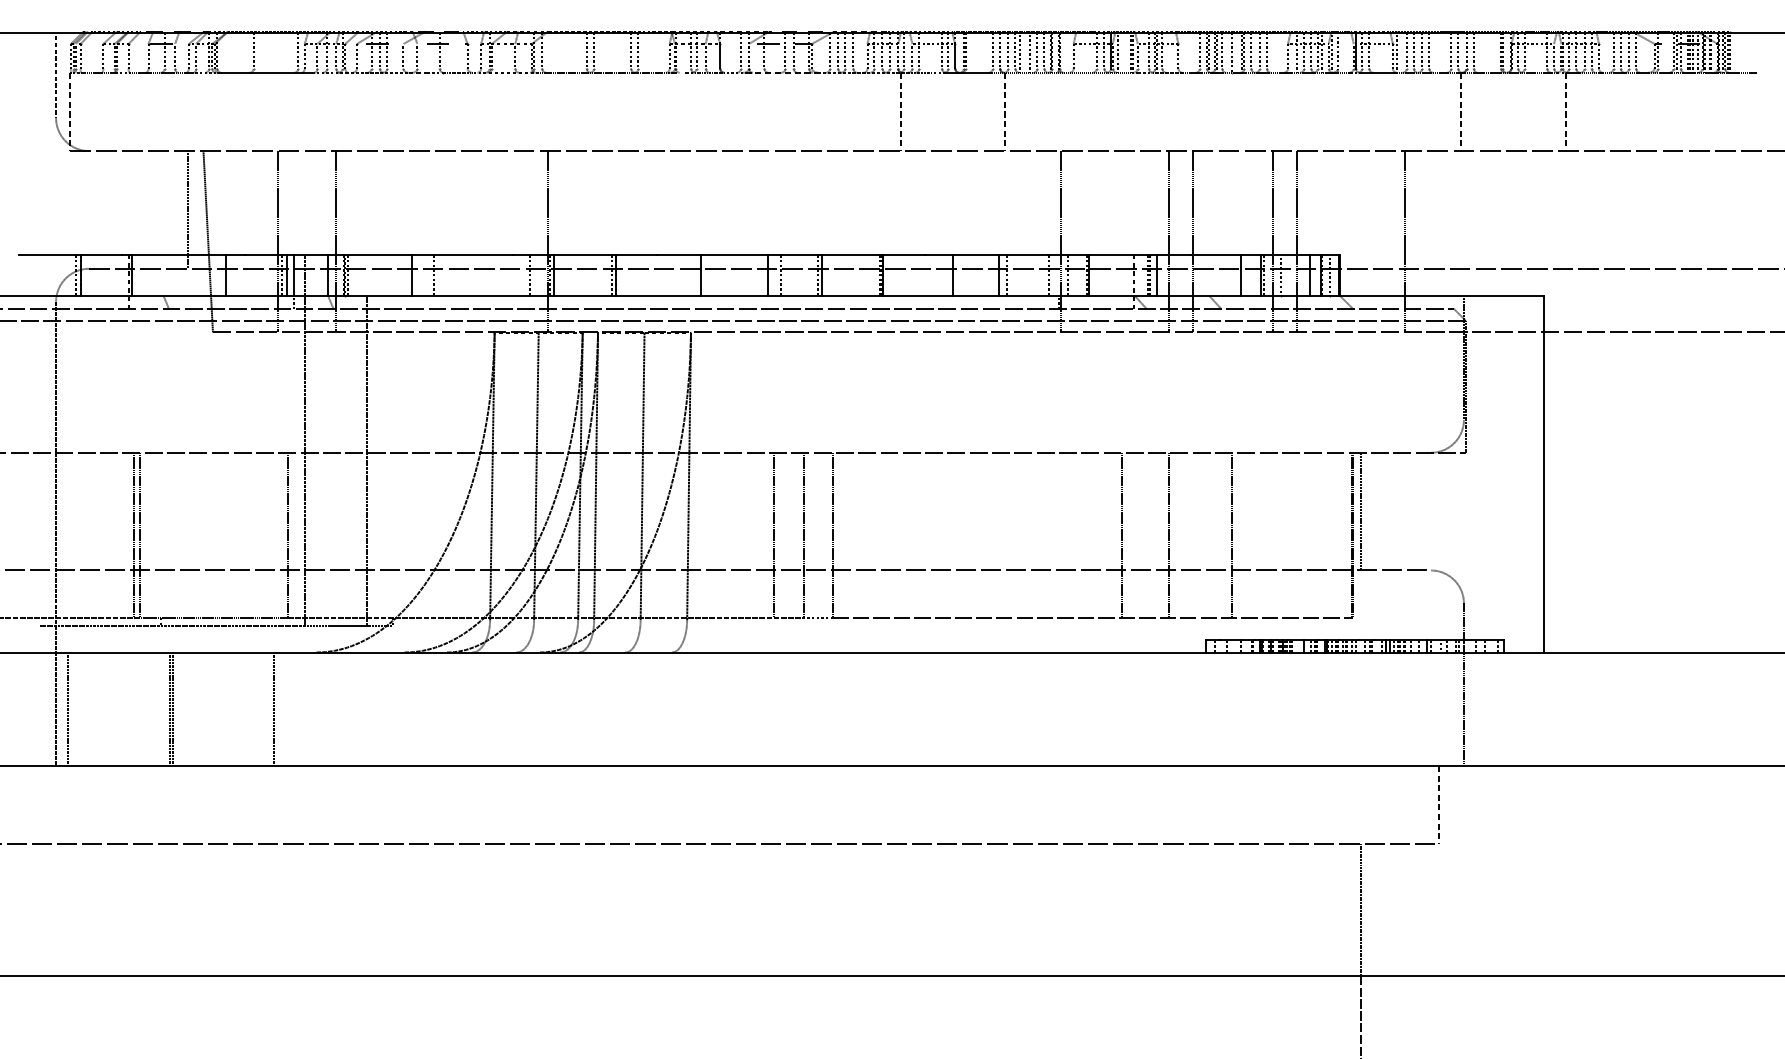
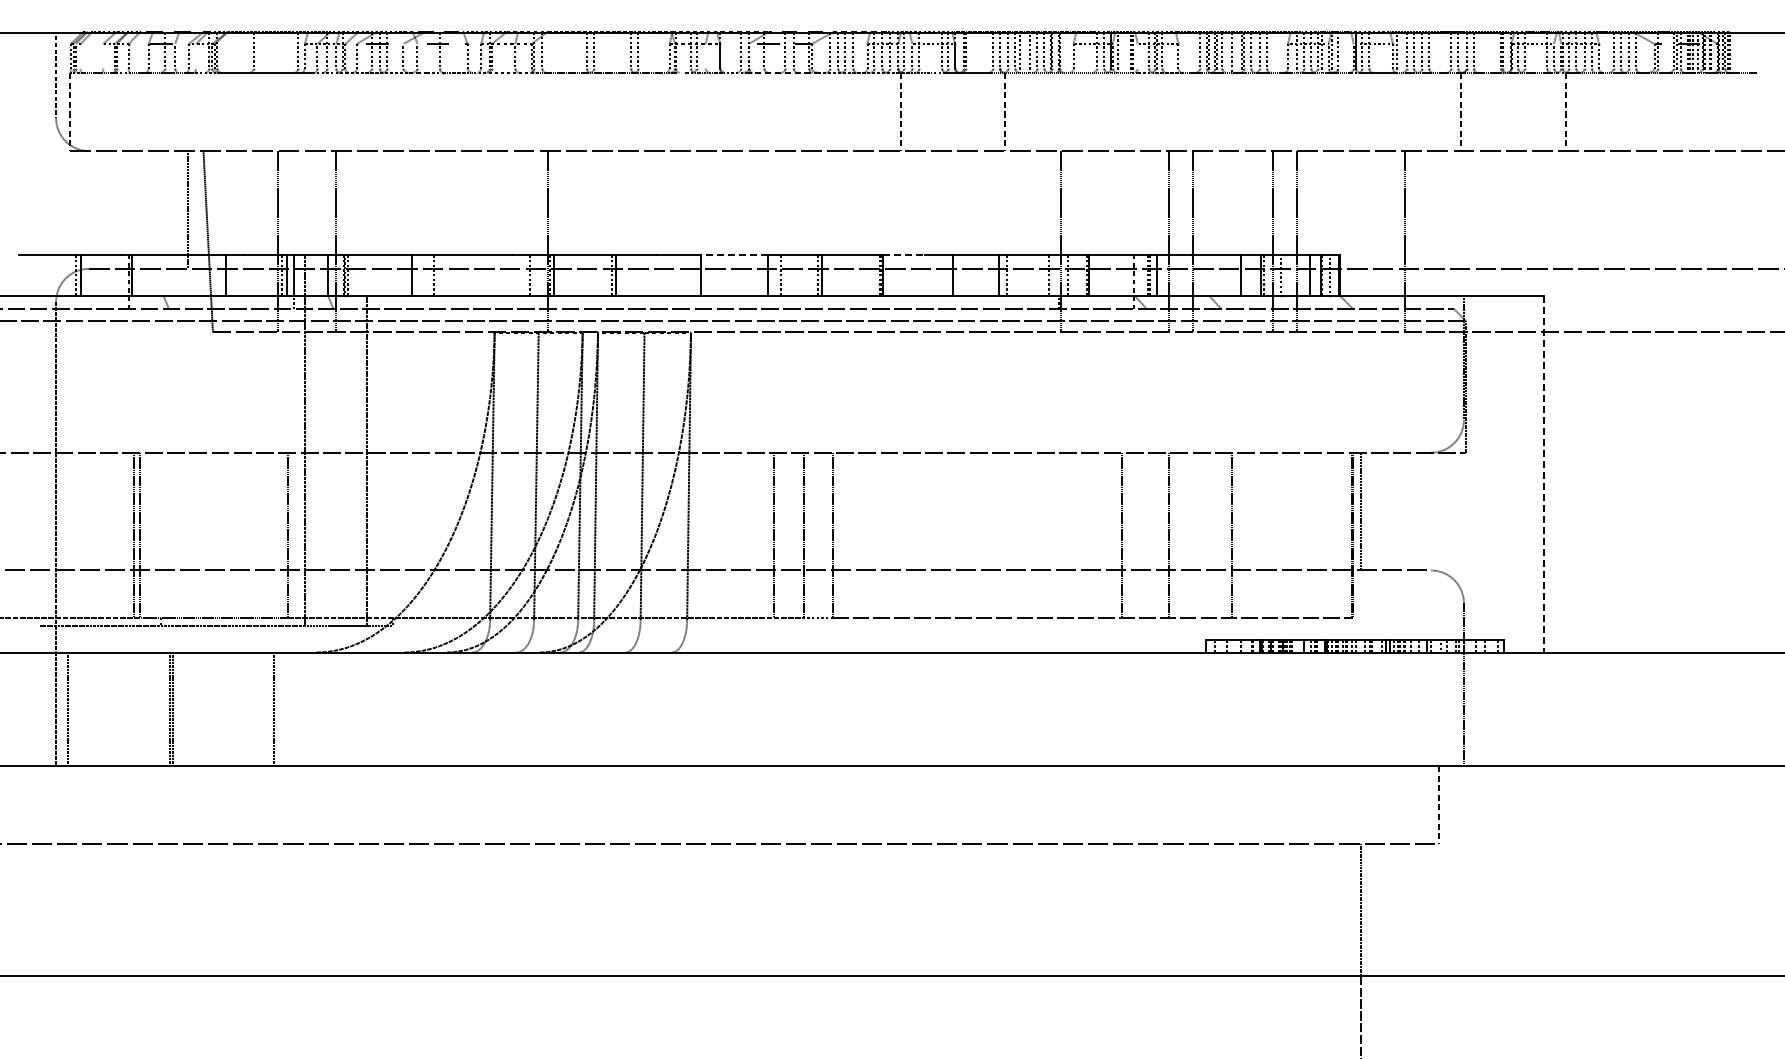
line at (80, 56): present -> none
line at (103, 56): present -> none
line at (196, 56): present -> none
line at (705, 56): present -> none
line at (1137, 56): present -> none
line at (734, 255): solid -> dashed
line at (904, 255): solid -> dashed
line at (1544, 474): solid -> dashed
